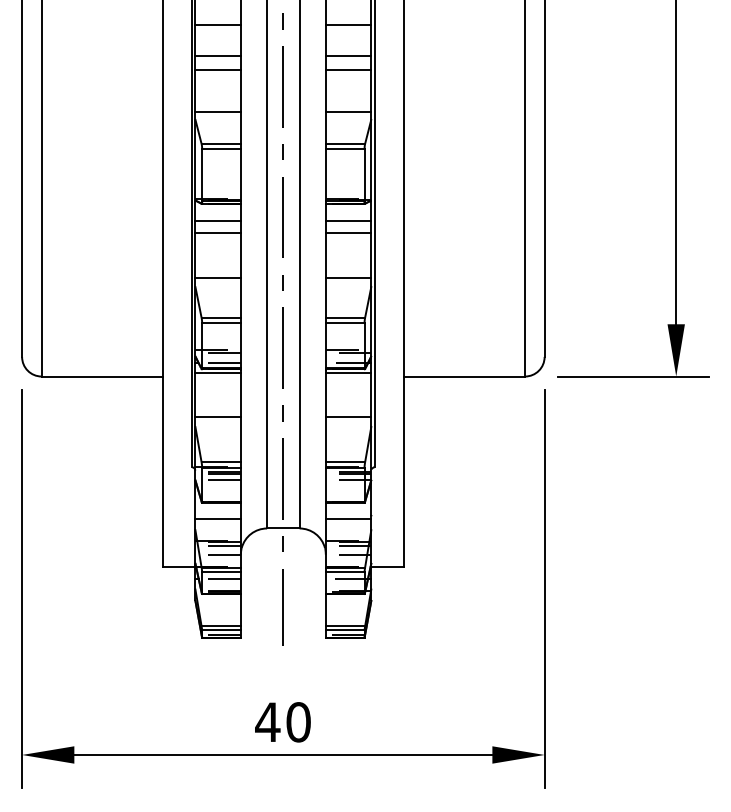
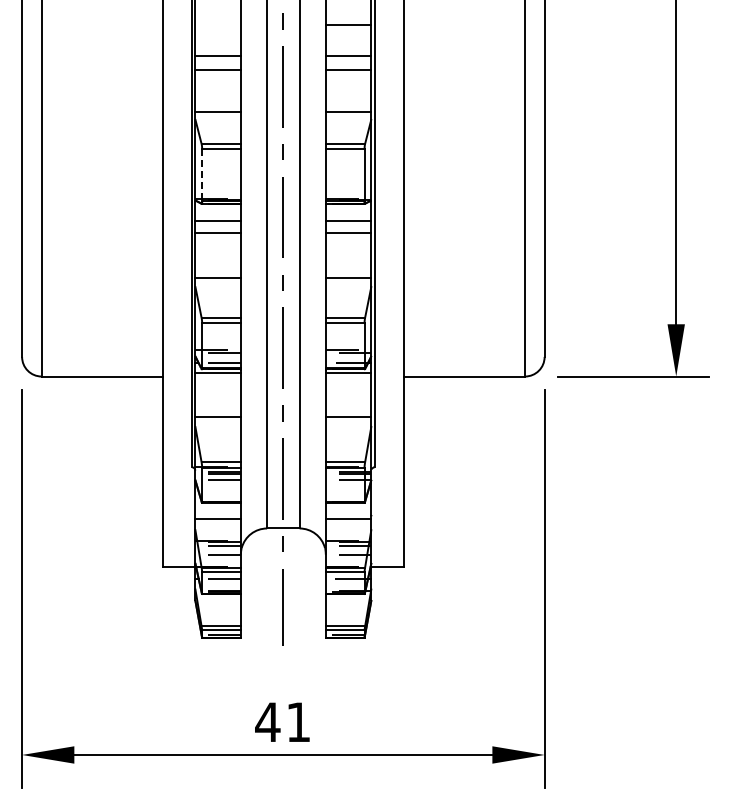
line at (217, 25): present -> none
line at (202, 175): solid -> dashed
text at (298, 722): 40 -> 41
